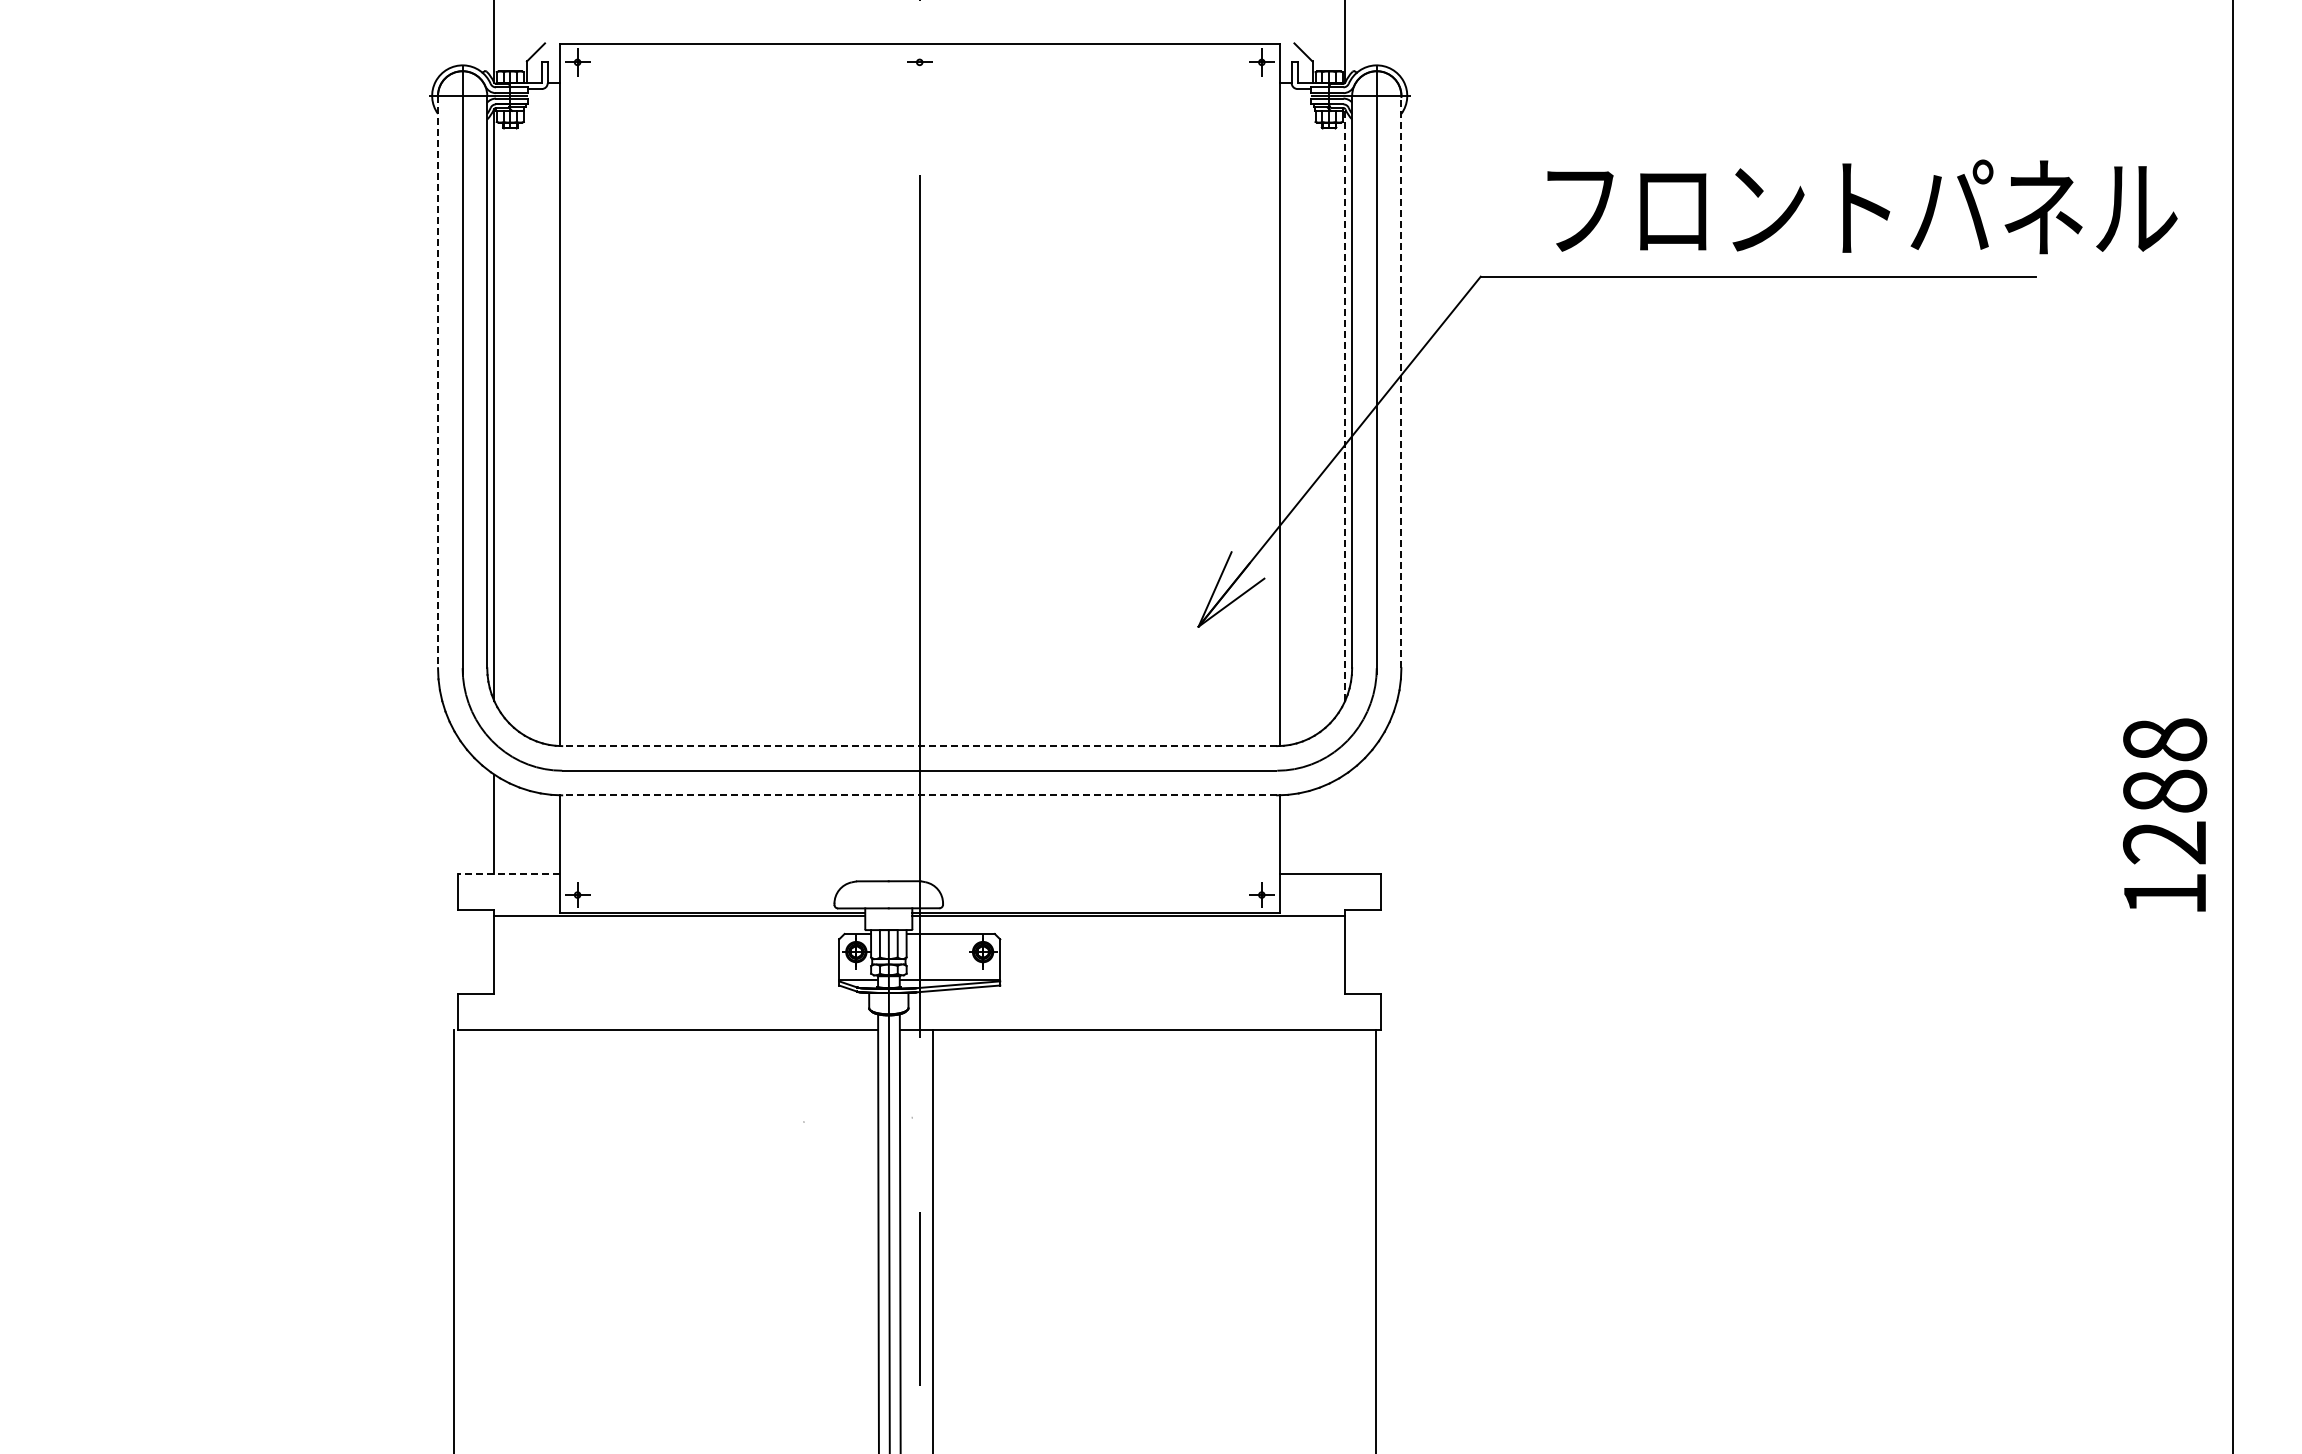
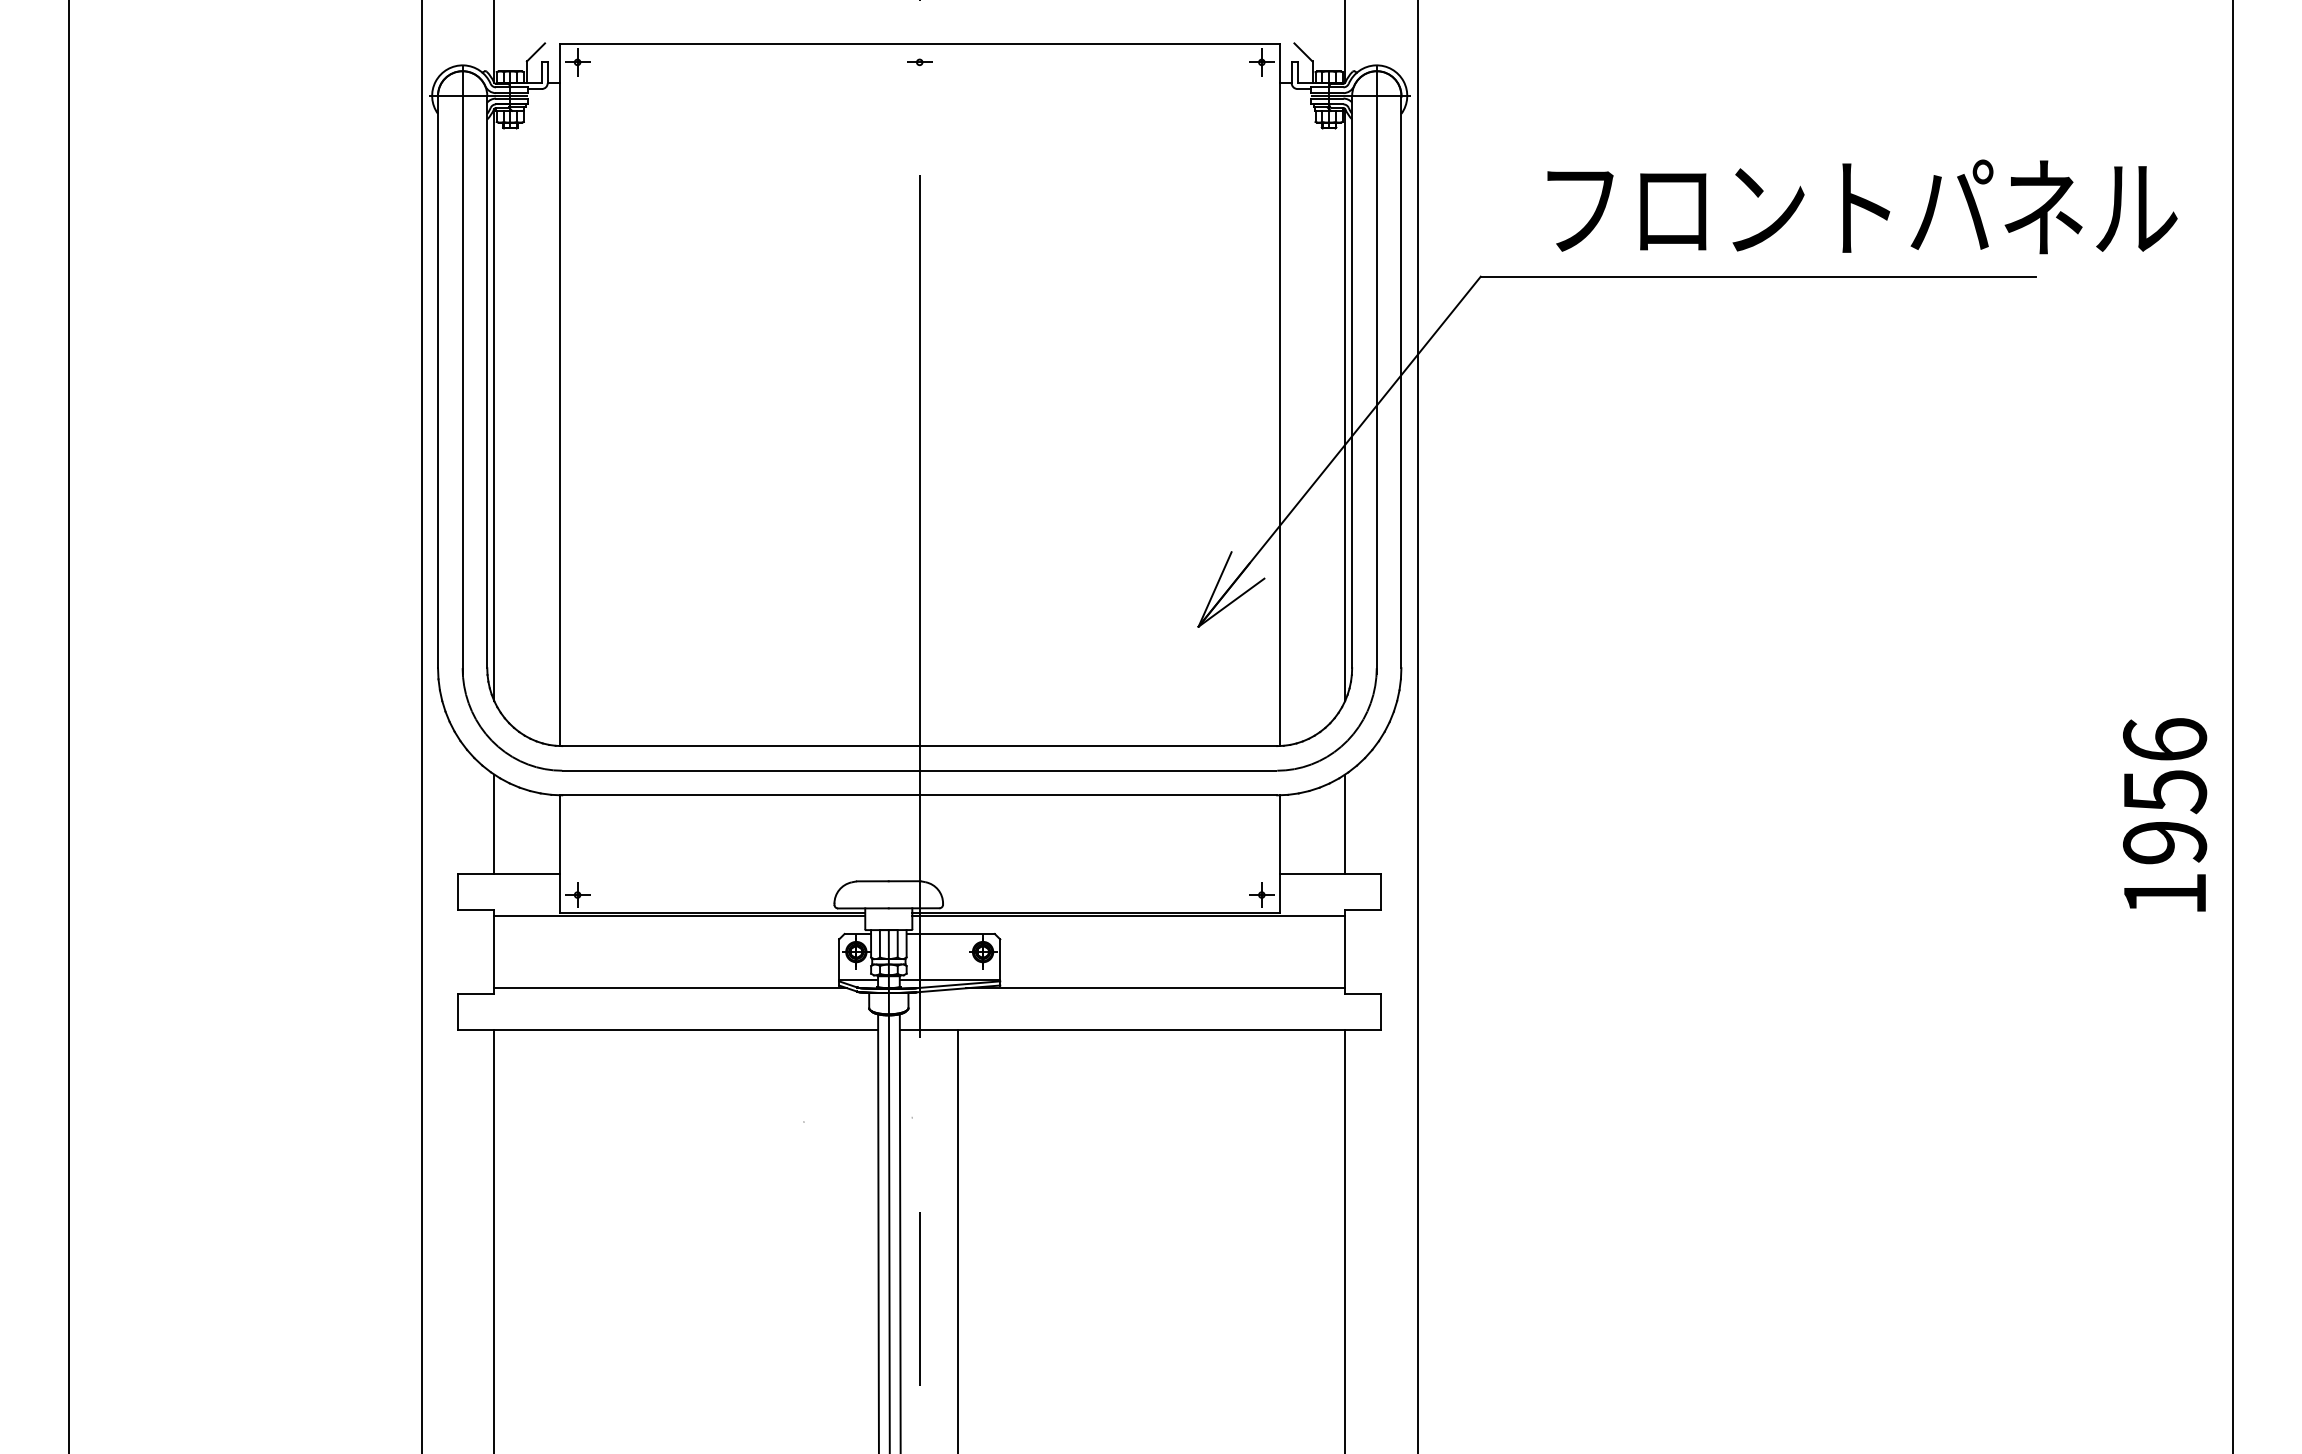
line at (1401, 381): dashed -> solid
line at (438, 382): dashed -> solid
line at (1345, 404): dashed -> solid
line at (69, 726): none -> present
line at (421, 726): none -> present
line at (1417, 726): none -> present
line at (919, 746): dashed -> solid
text at (2165, 791): 1288 -> 1956
line at (919, 795): dashed -> solid
line at (1345, 823): none -> present
line at (508, 873): dashed -> solid
line at (670, 988): none -> present
line at (1155, 988): none -> present
line at (454, 1240) position: (454, 1240) -> (494, 1240)
line at (933, 1240) position: (933, 1240) -> (958, 1240)
line at (1376, 1240) position: (1376, 1240) -> (1345, 1240)
